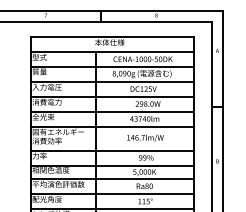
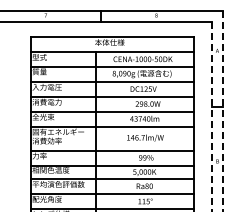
line at (223, 110): solid -> dashed
line at (212, 116): solid -> dashed
